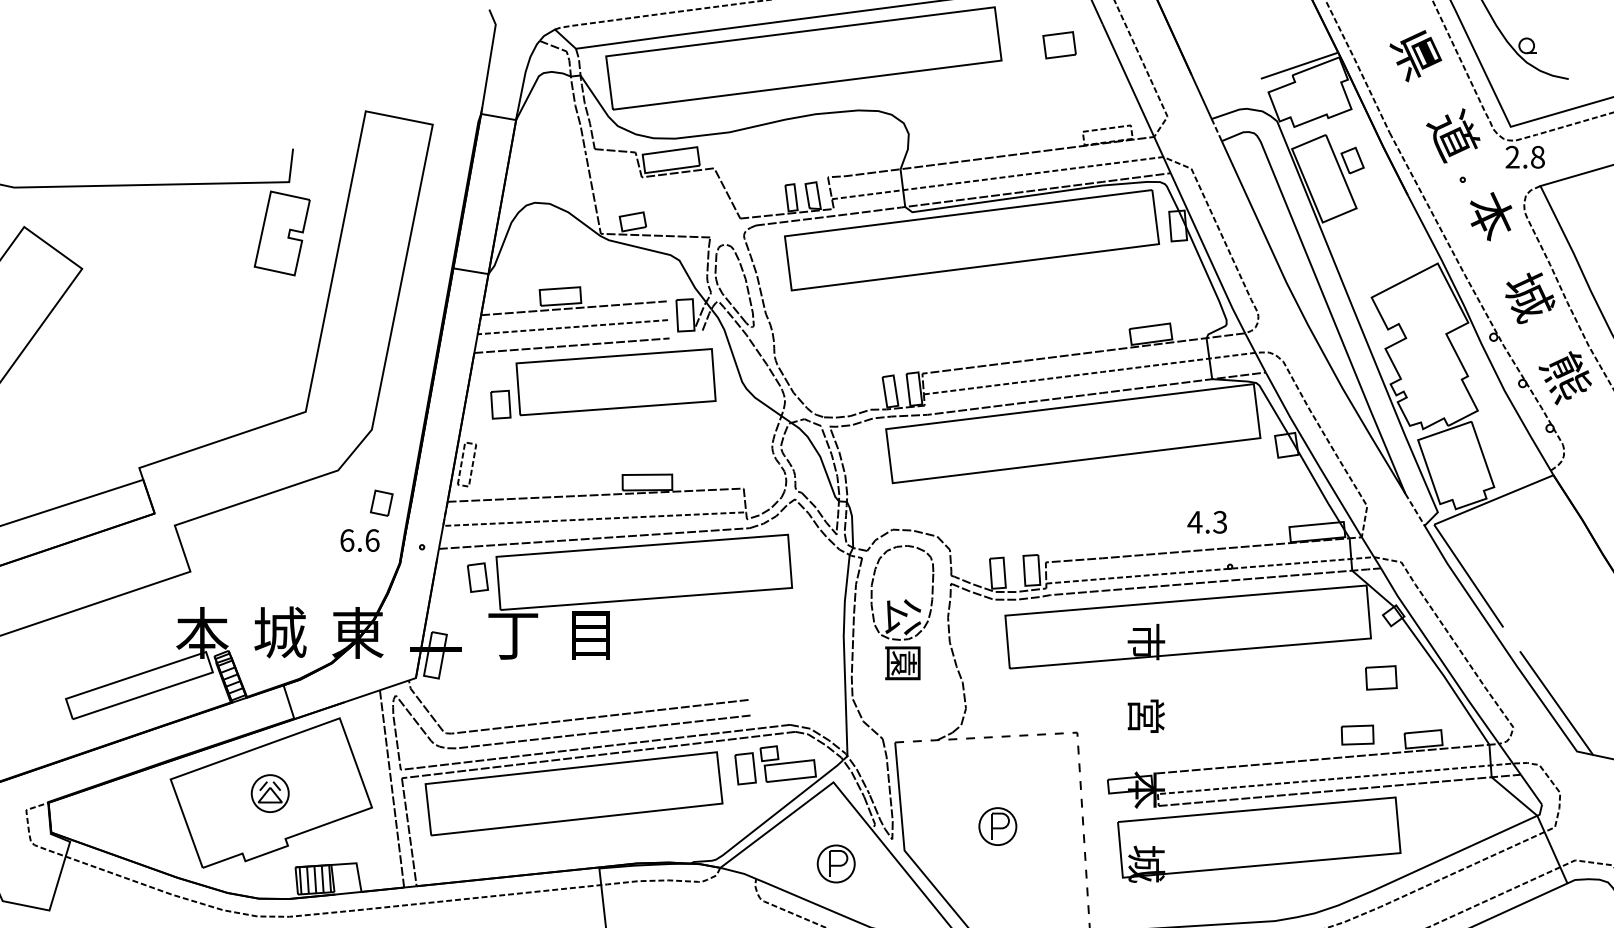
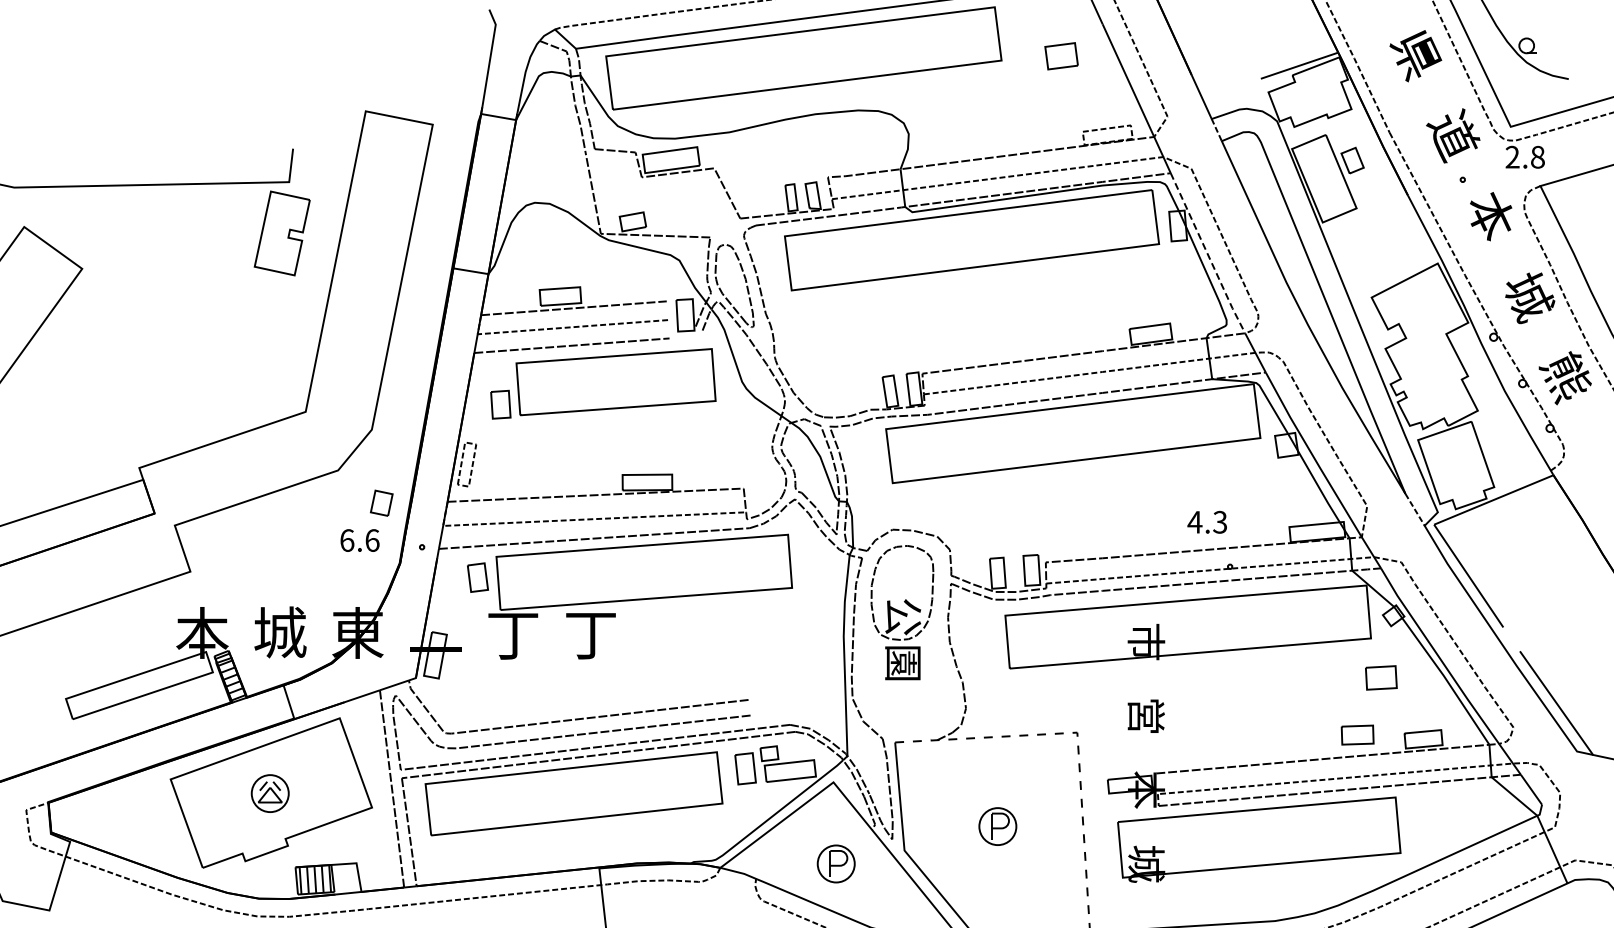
part at (1059, 45) position: (1059, 45) -> (1061, 56)
line at (1207, 253): solid -> dashed
text at (590, 635): 目 -> 丁
